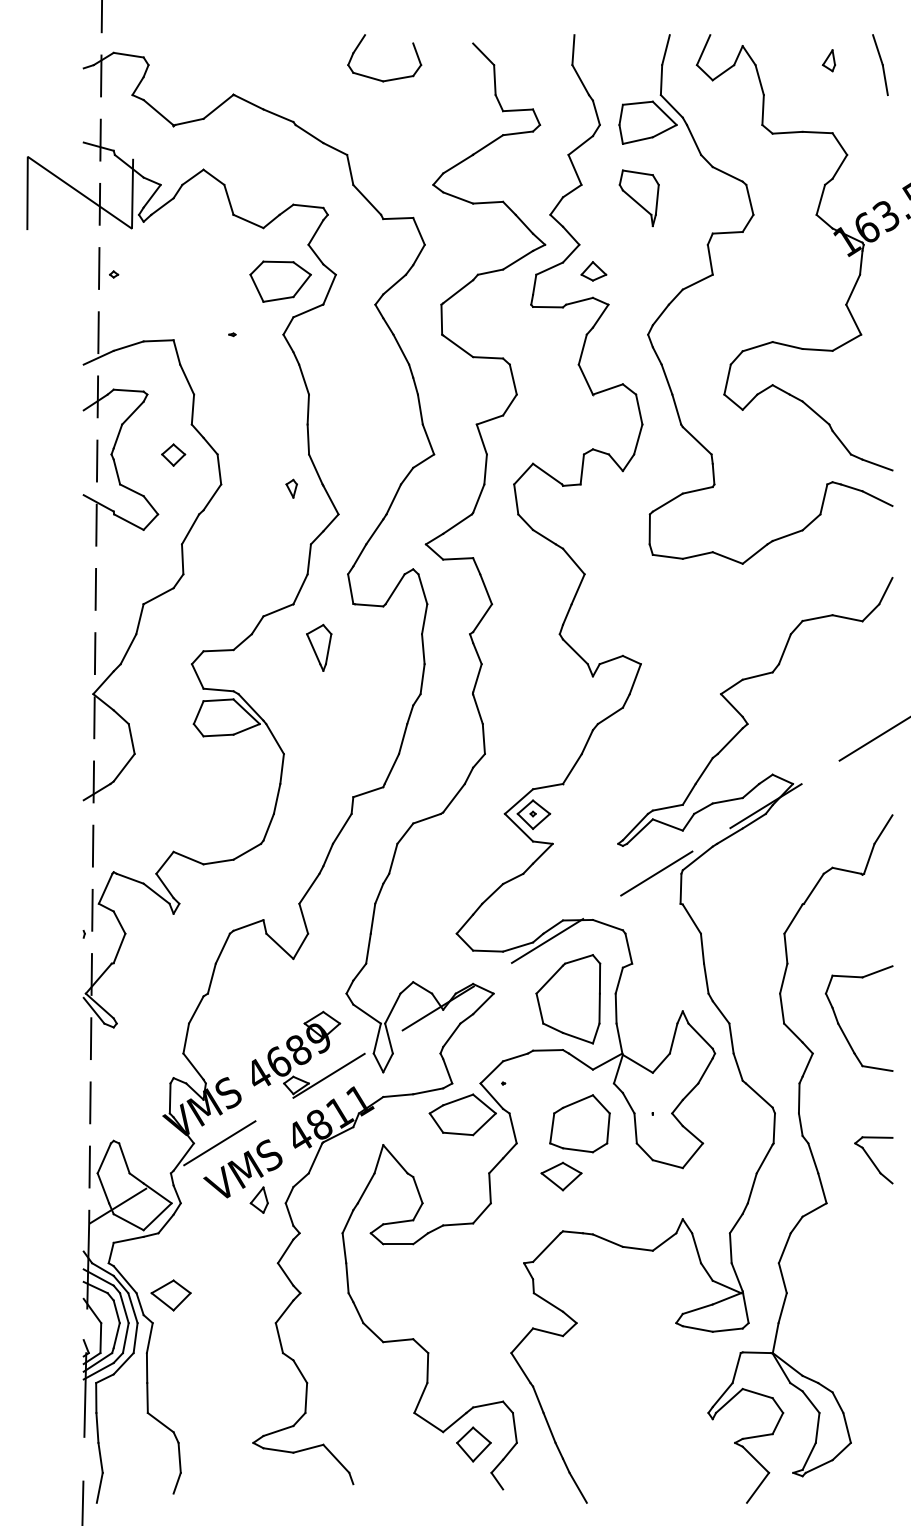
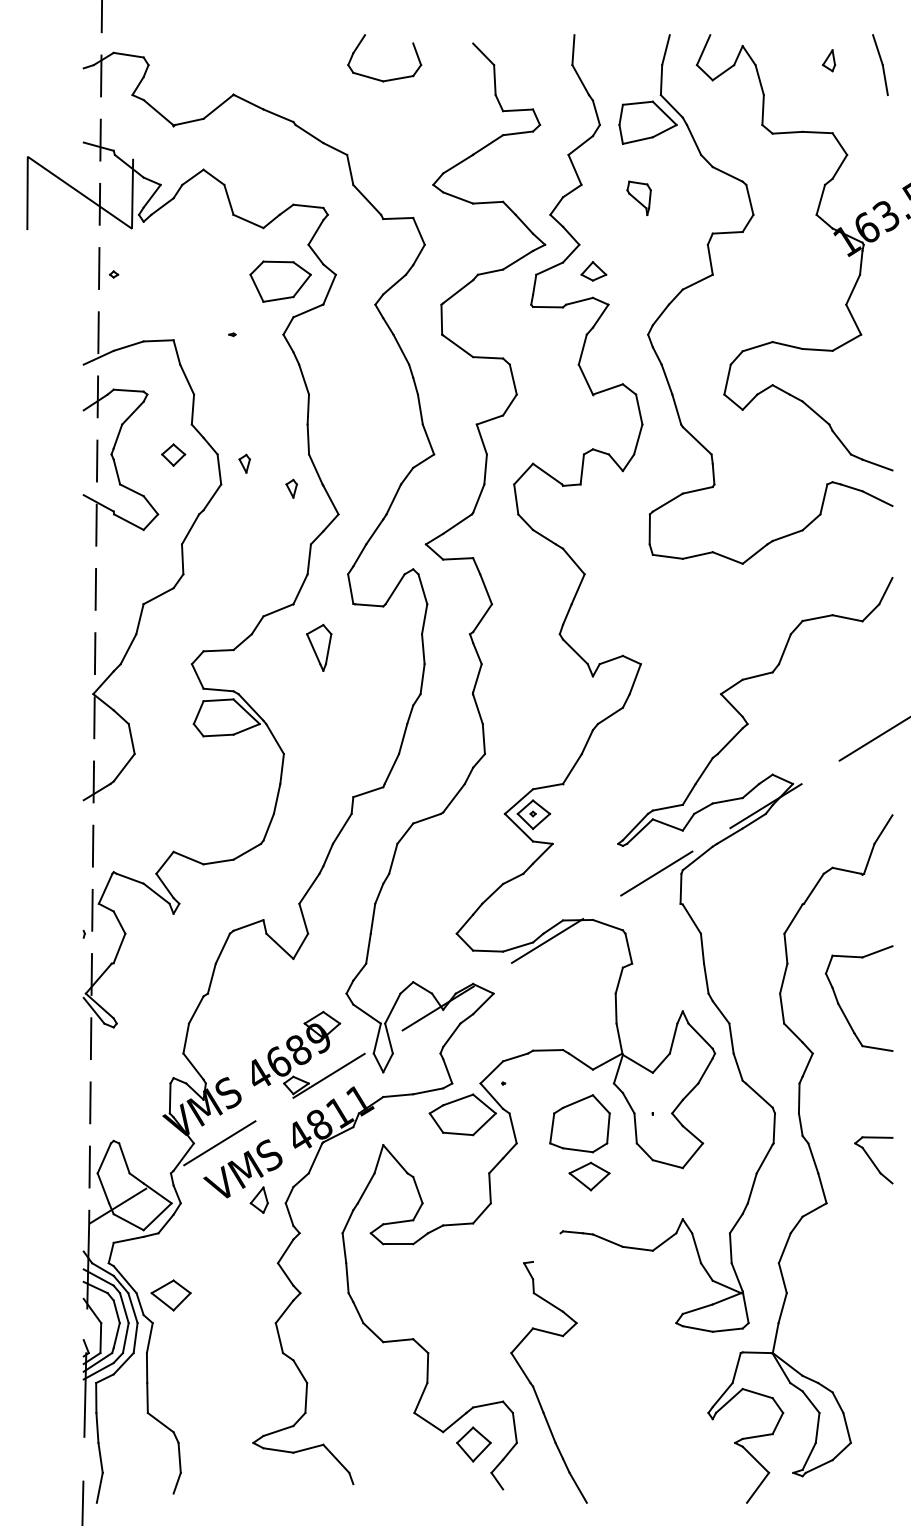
part at (638, 198) size: 42x59 px -> 26x36 px
part at (244, 463): none -> present
part at (568, 999): present -> none
part at (843, 1030) position: (843, 1030) -> (843, 1010)
part at (561, 1176) position: (561, 1176) -> (589, 1176)
line at (546, 1247): present -> none
